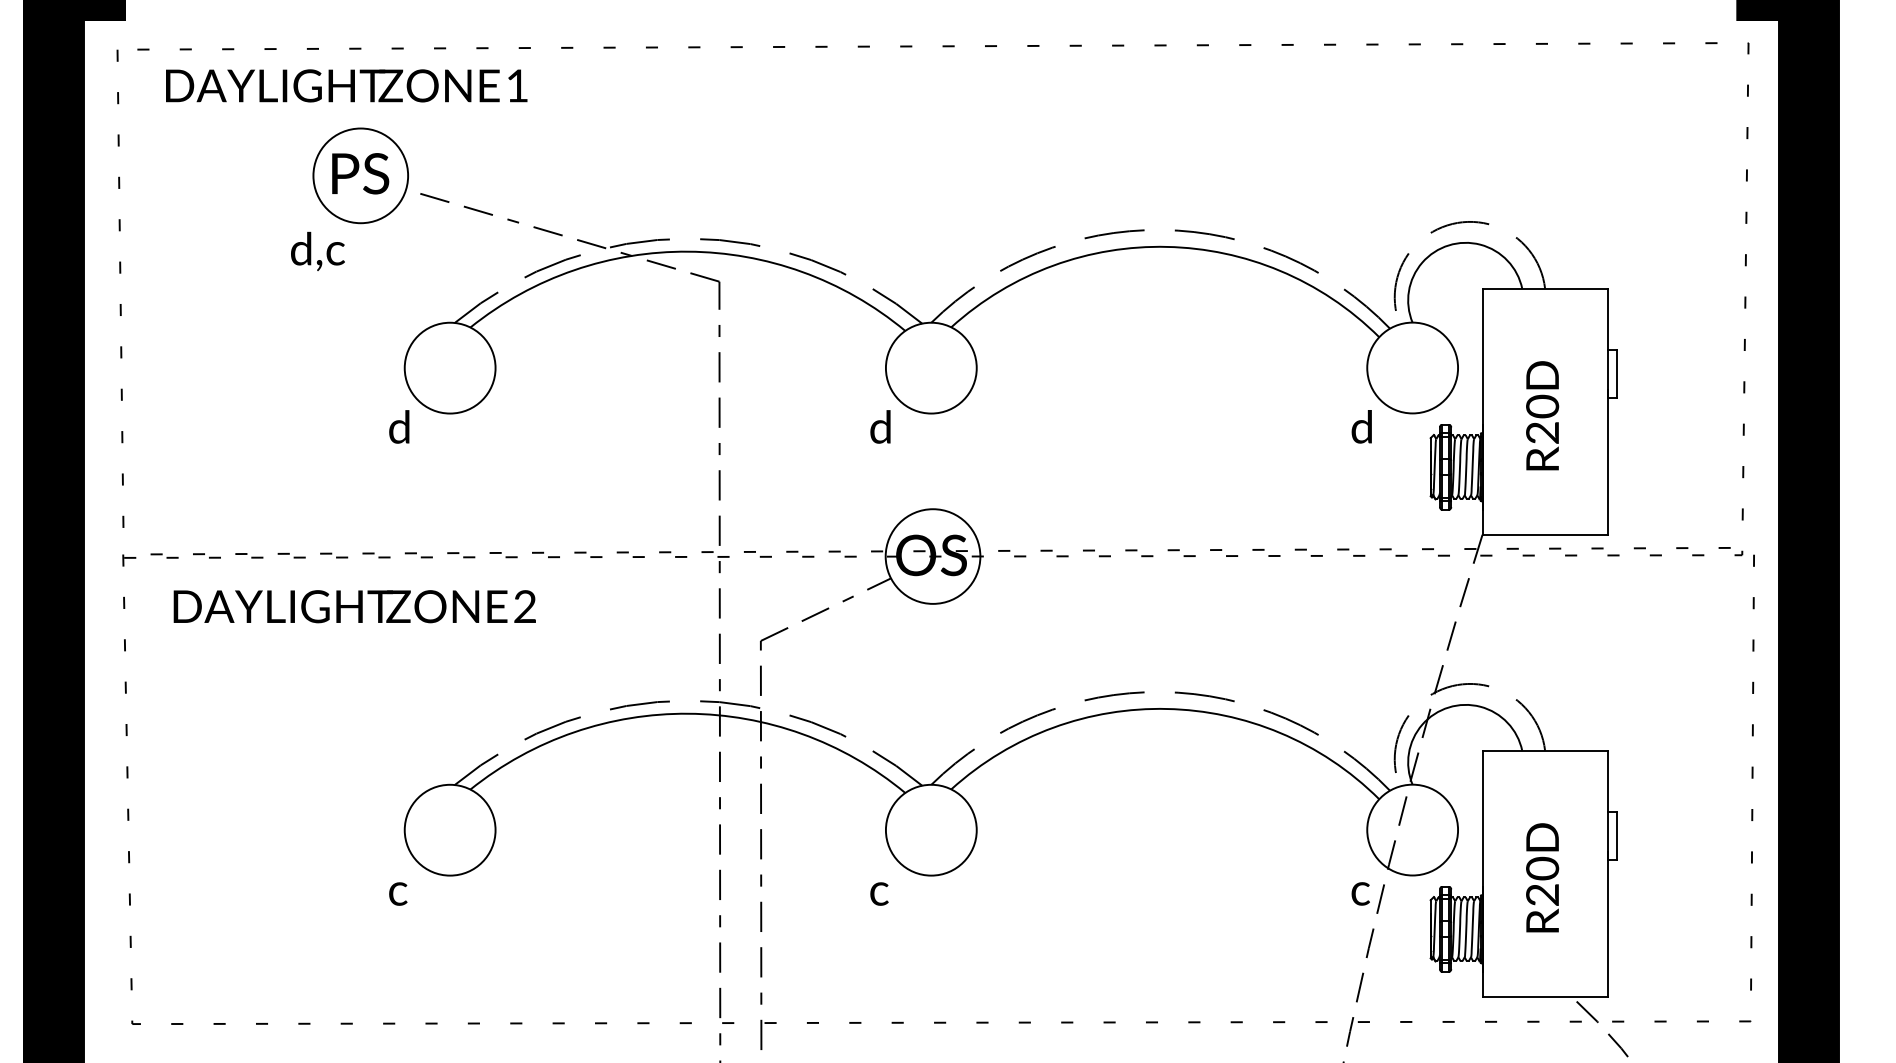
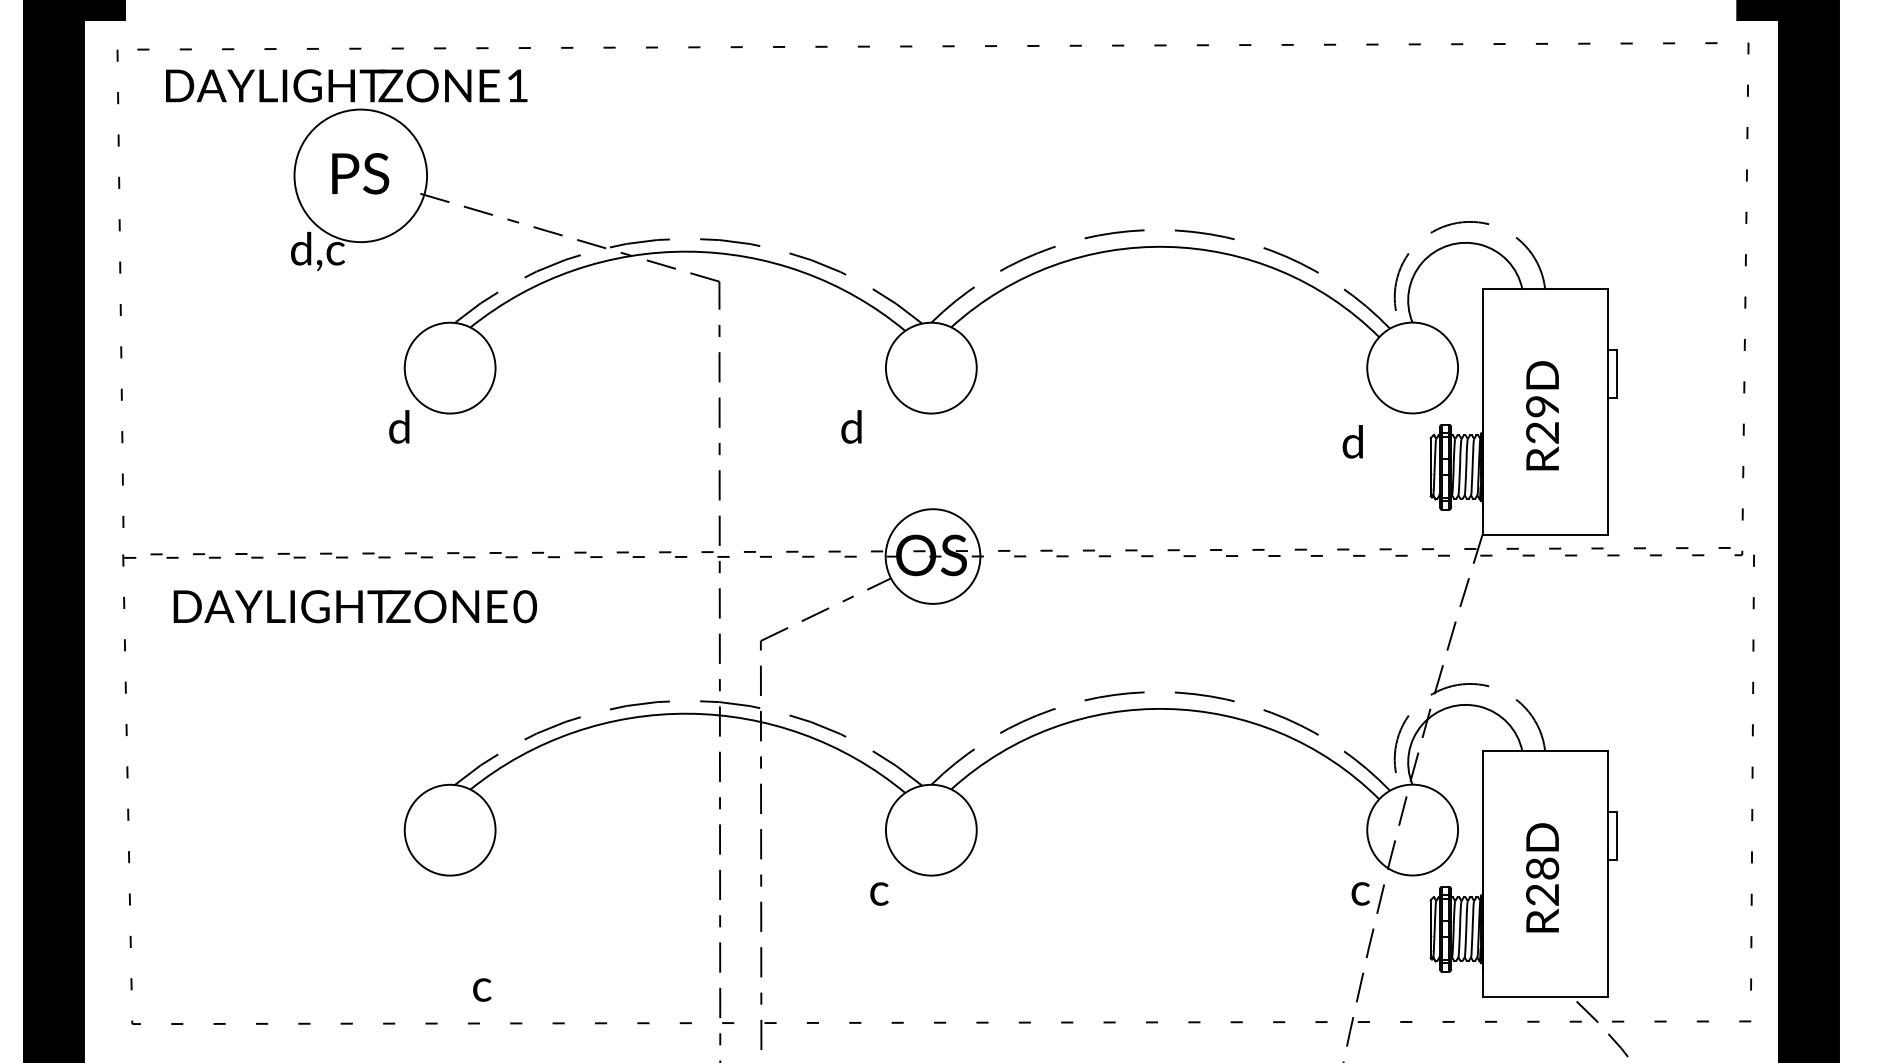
circle at (360, 175) diameter: 95 px -> 133 px
text at (1543, 406): R20D -> R29D
text at (880, 426) position: (880, 426) -> (851, 426)
text at (1361, 426) position: (1361, 426) -> (1352, 441)
text at (524, 606): 2 -> 0
text at (1542, 868): R20D -> R28D
text at (398, 893) position: (398, 893) -> (482, 989)
